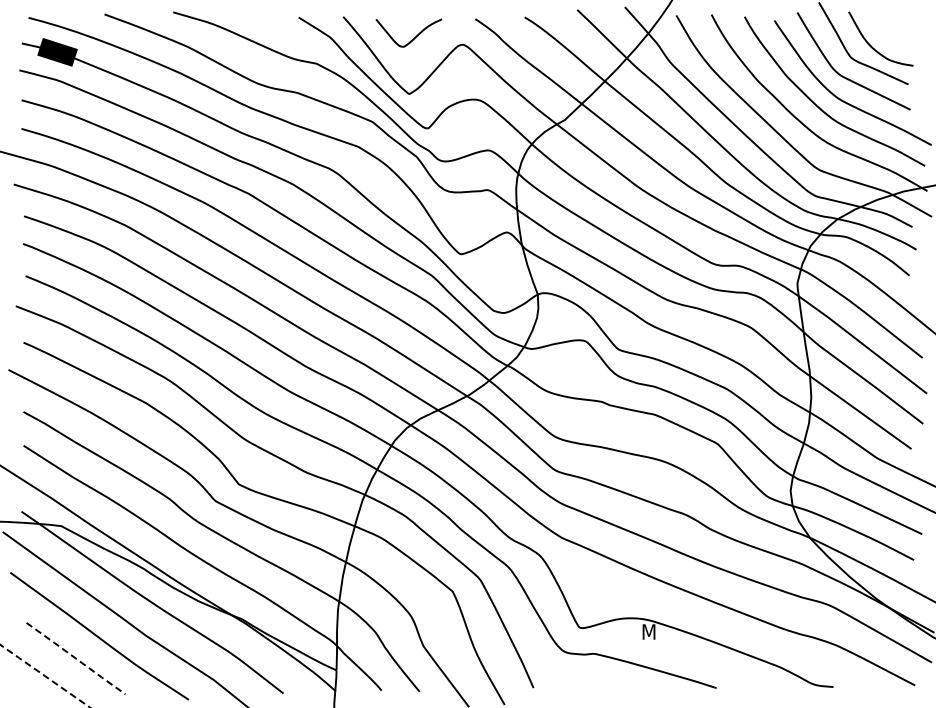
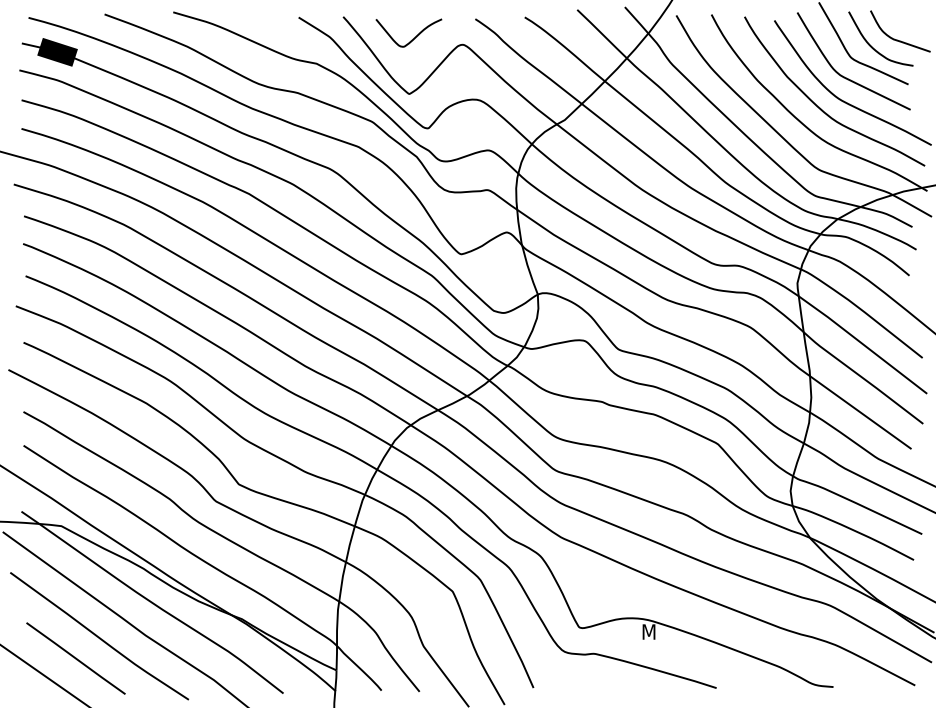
curve at (897, 39): none -> present
line at (76, 659): dashed -> solid
line at (45, 676): dashed -> solid
